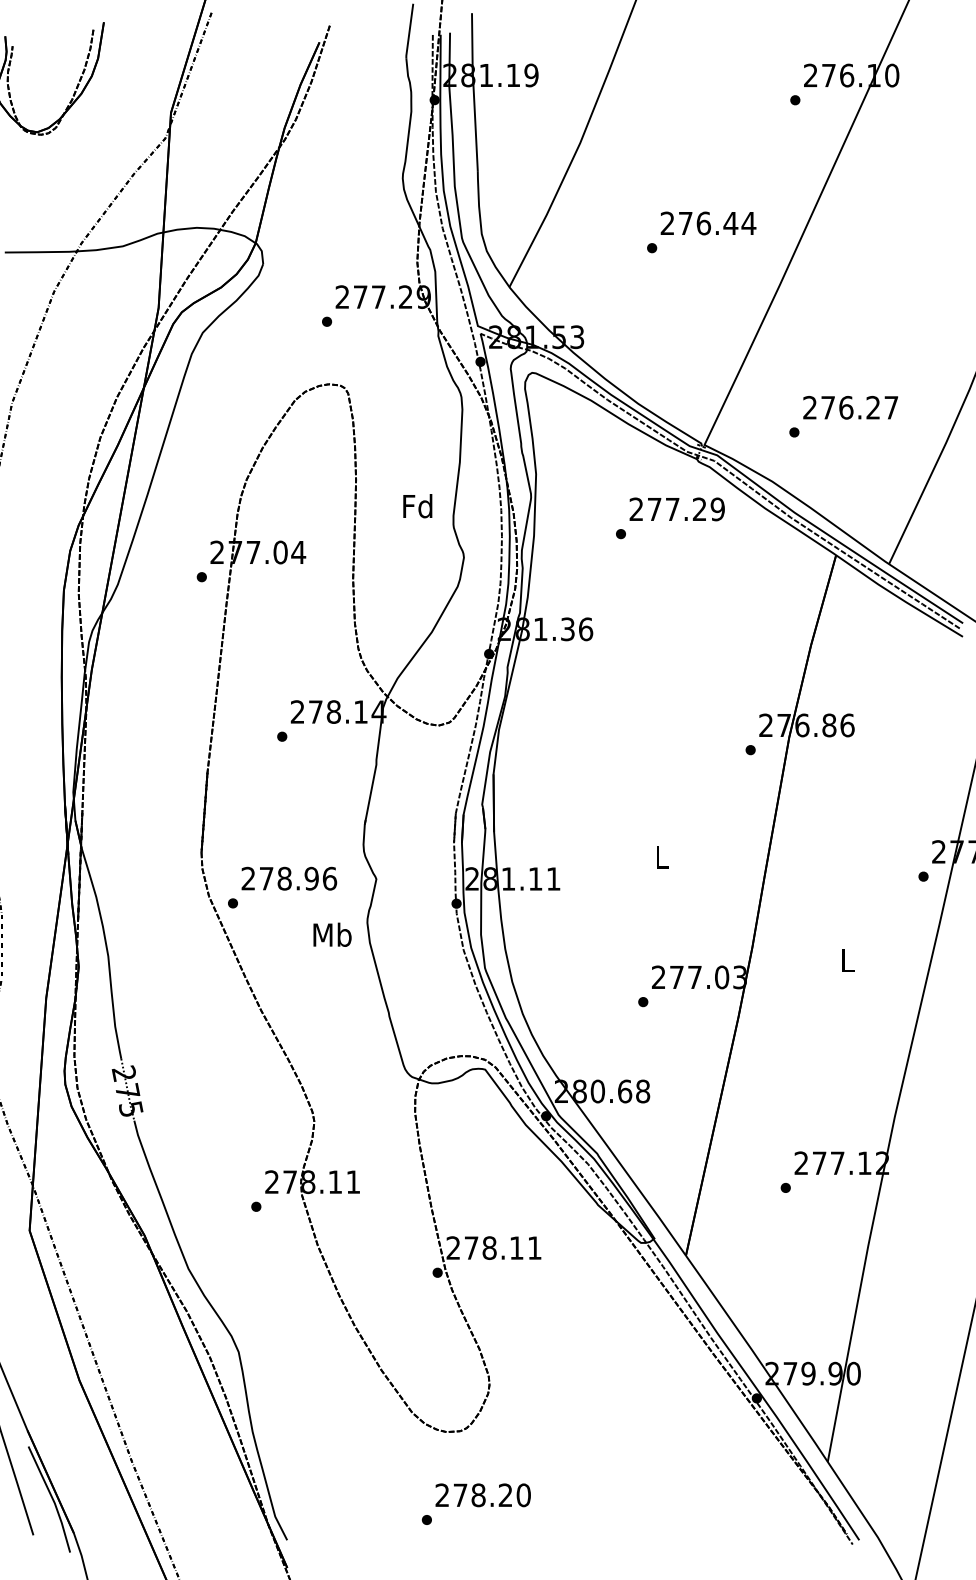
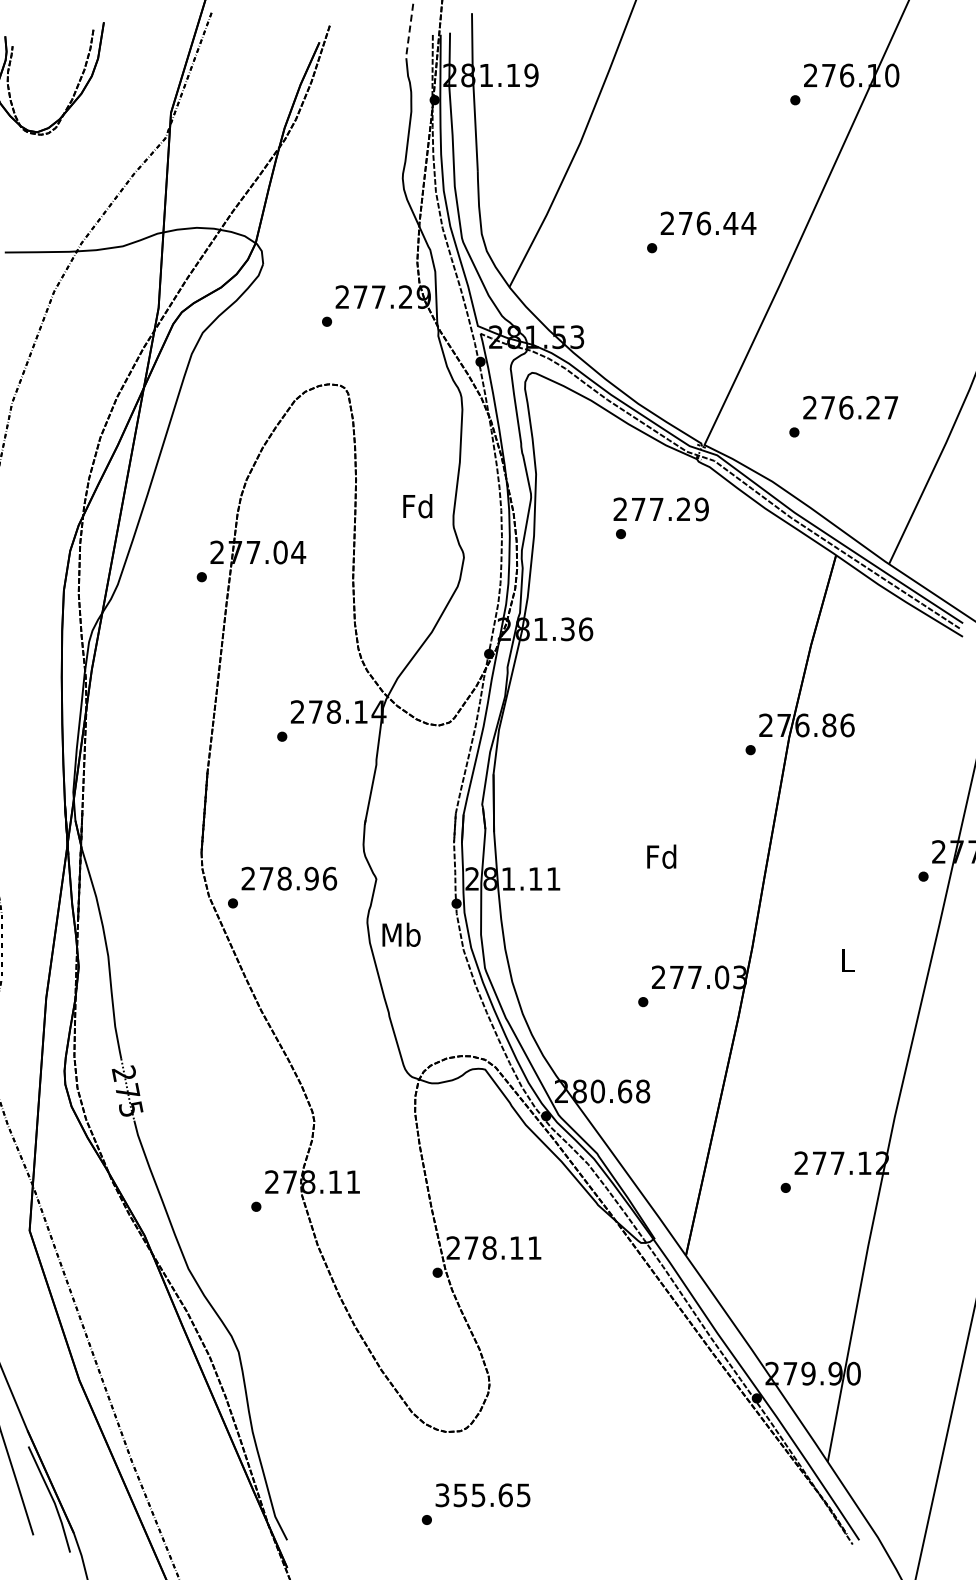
line at (409, 32): solid -> dashed
text at (676, 509) position: (676, 509) -> (660, 509)
text at (661, 856): L -> Fd
text at (332, 934) position: (332, 934) -> (401, 934)
text at (482, 1495): 278.20 -> 355.65
